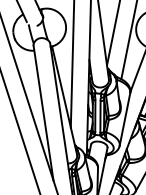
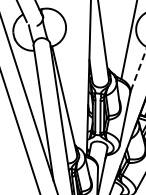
line at (113, 33): present -> none
line at (72, 64): present -> none
line at (138, 71): solid -> dashed
